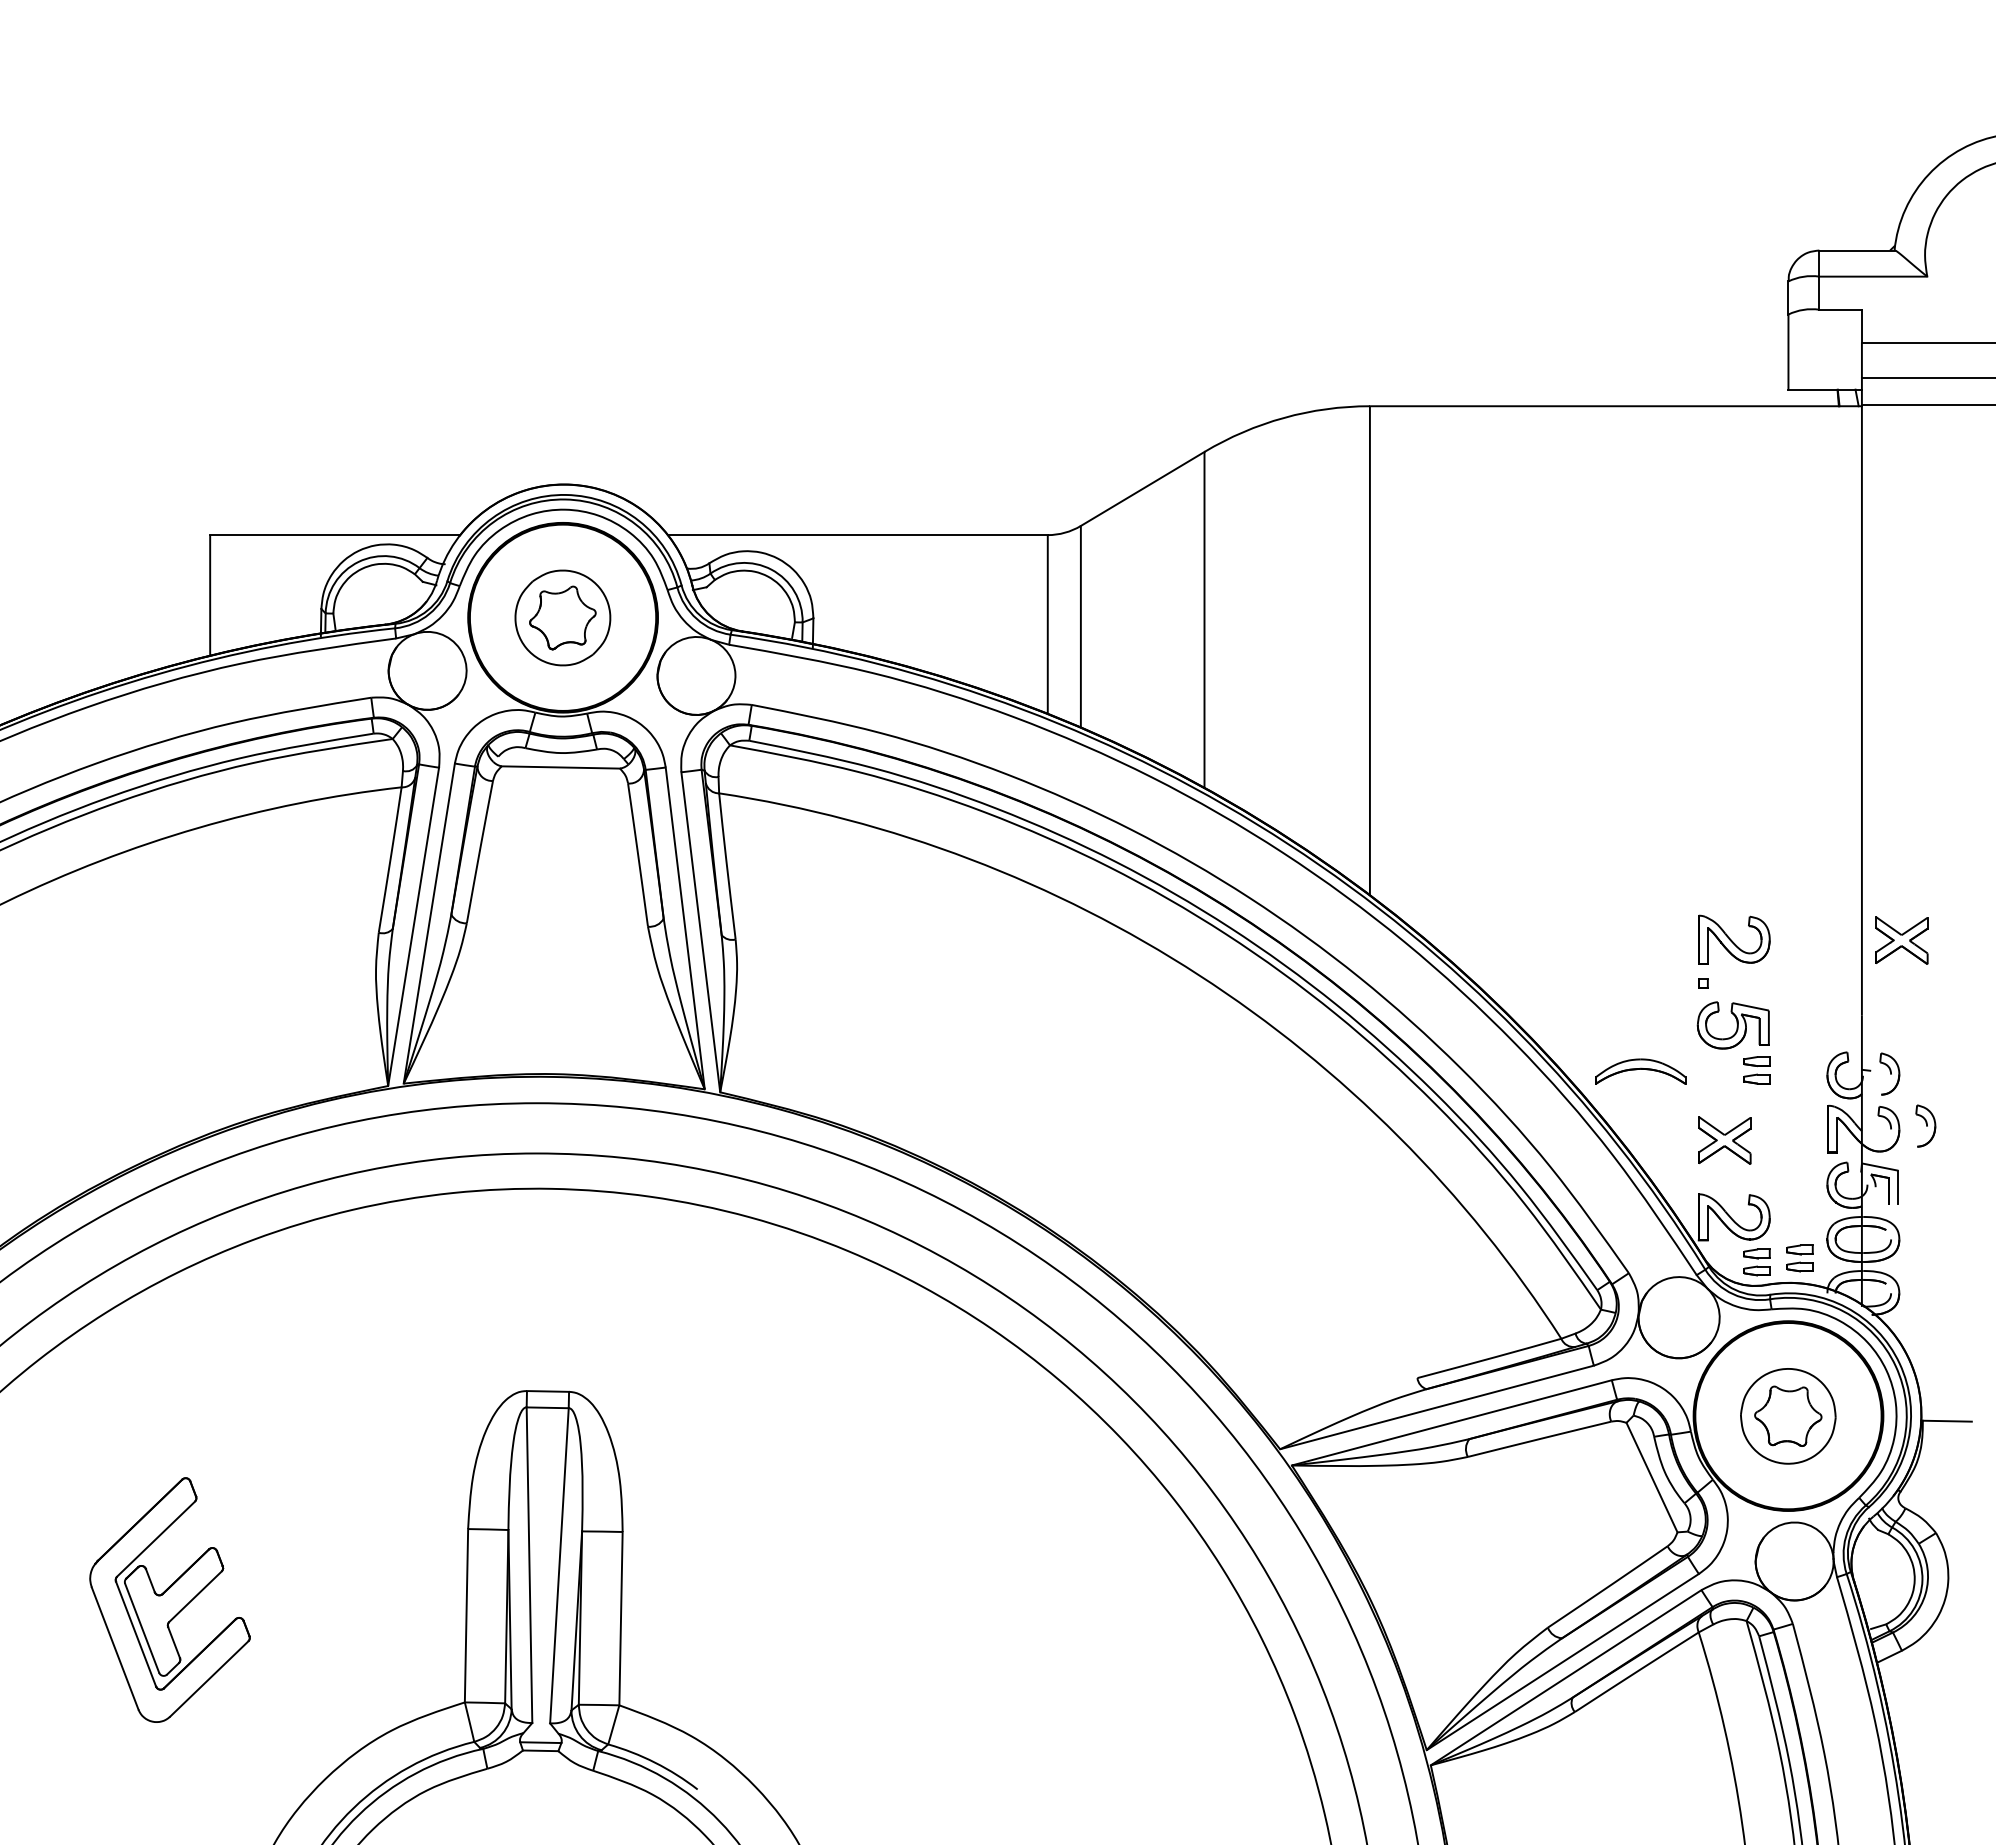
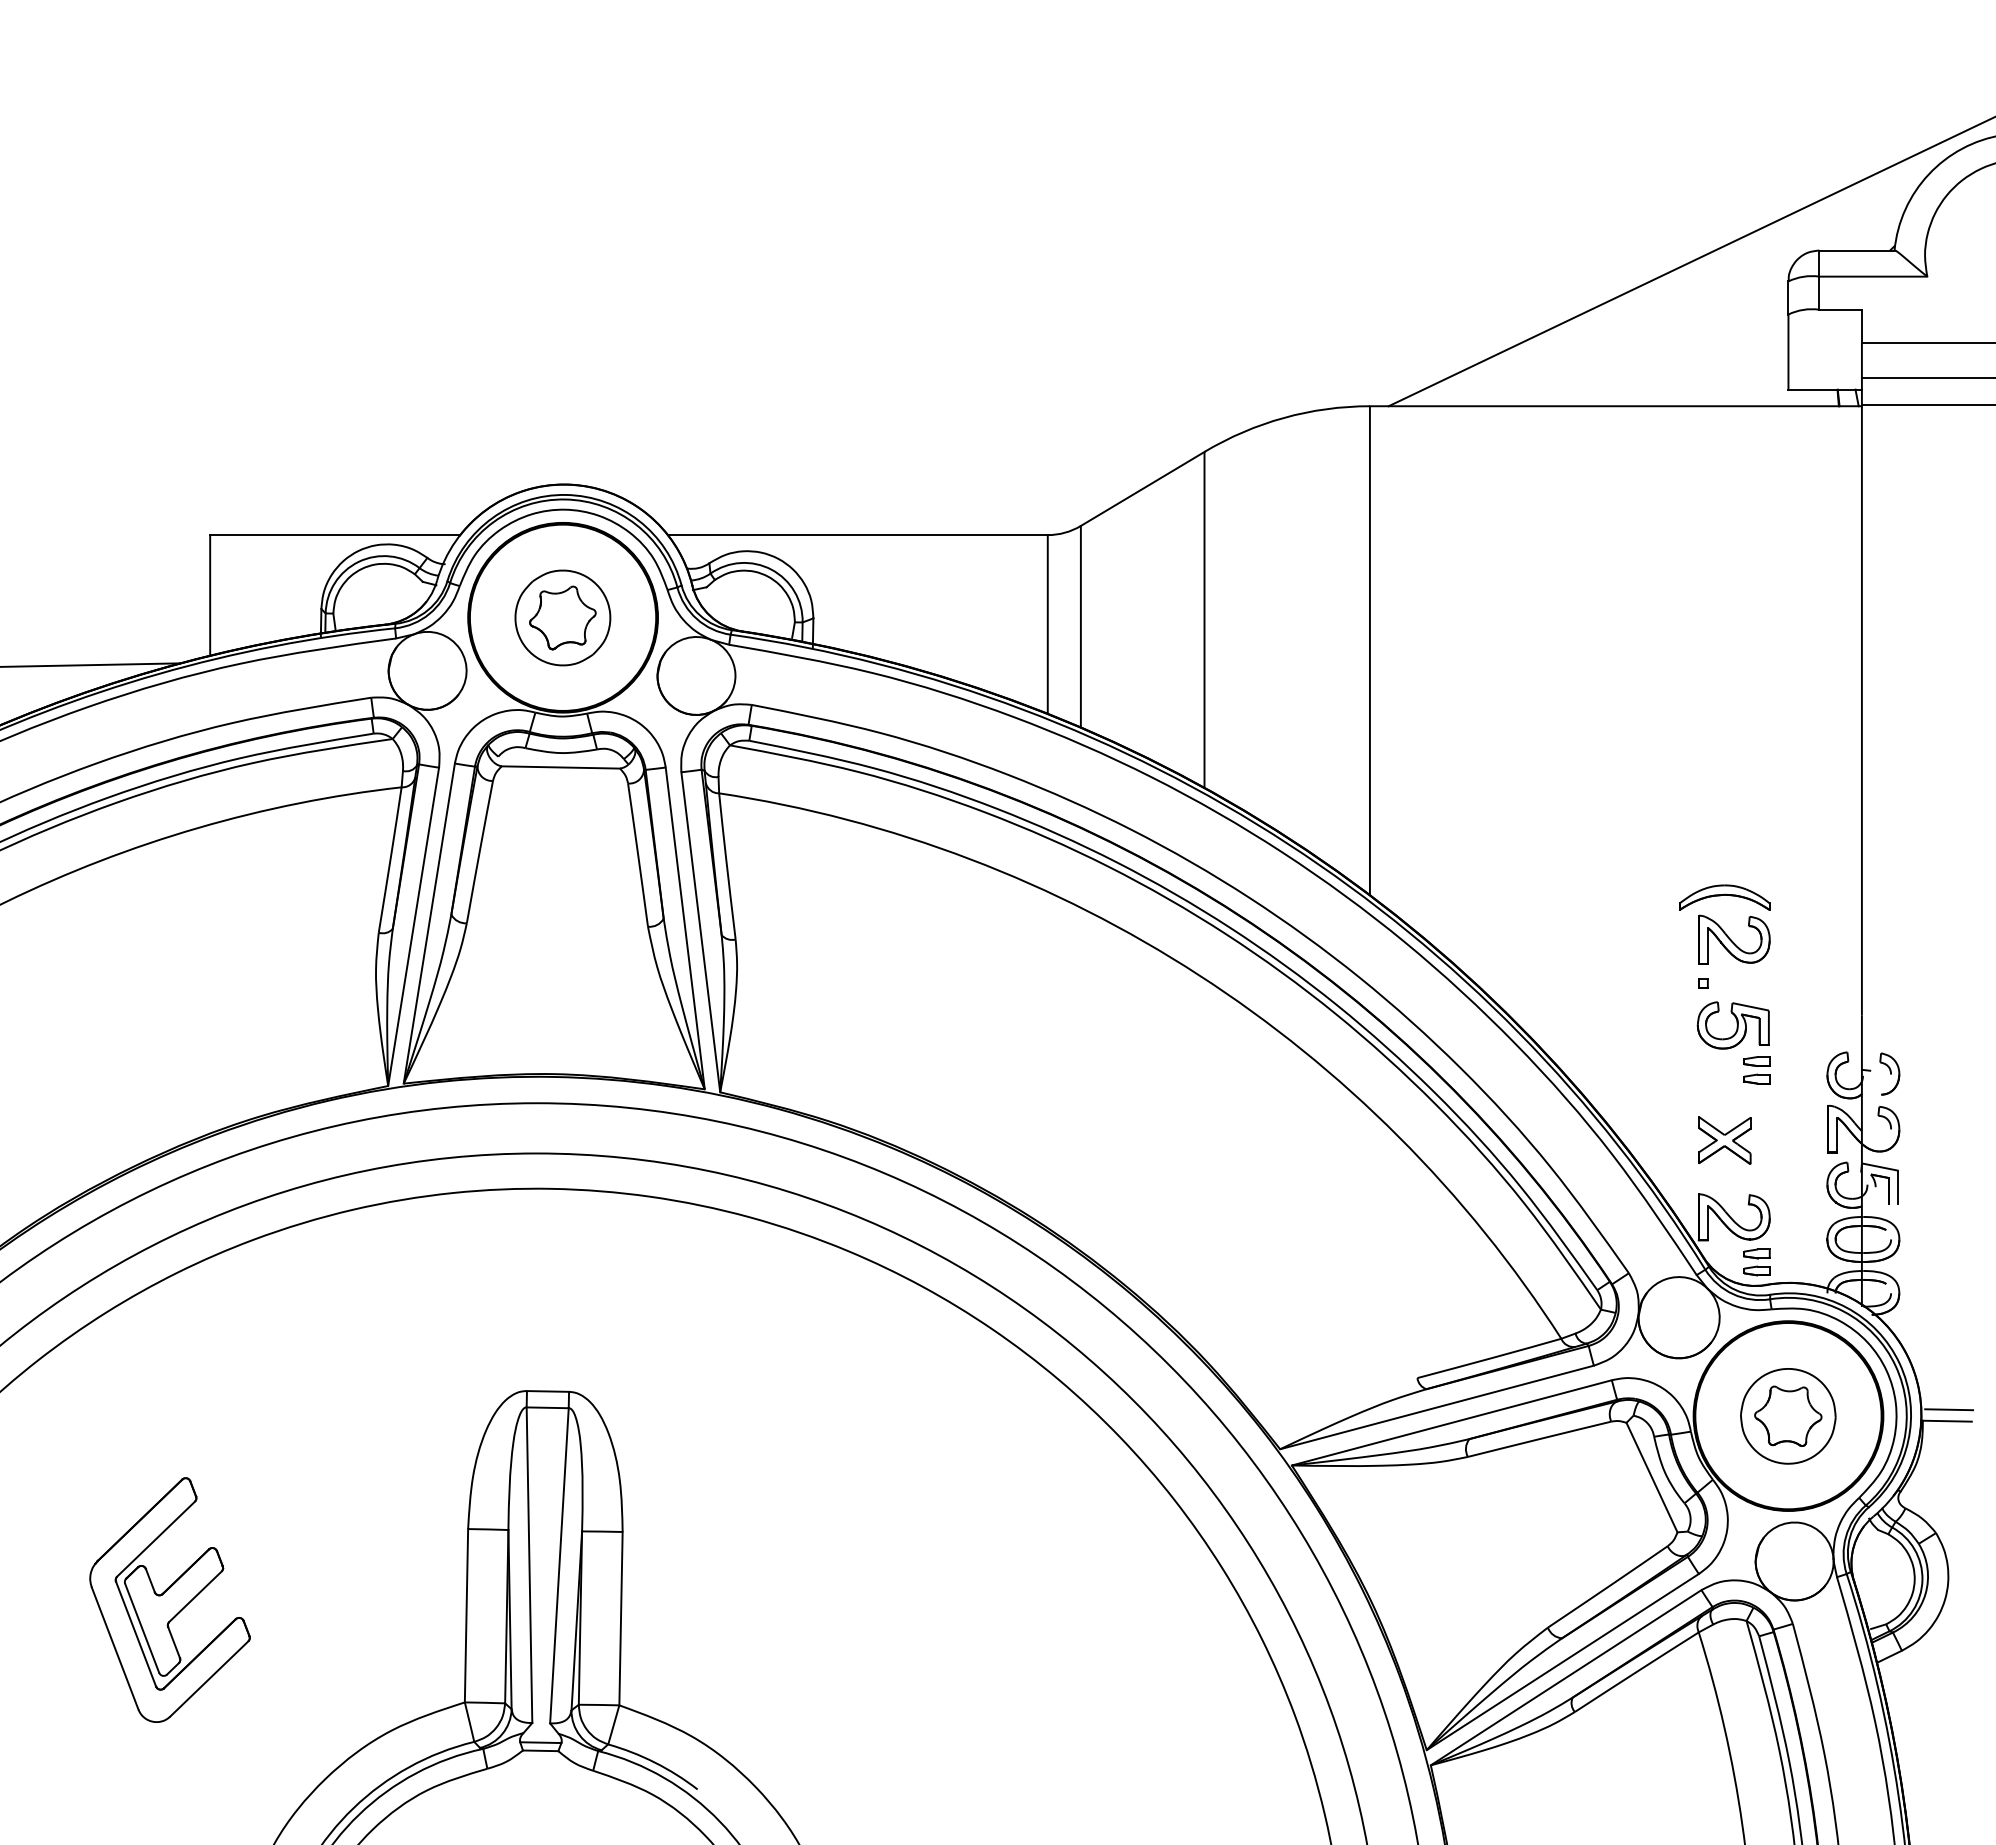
line at (1690, 262): none -> present
line at (91, 664): none -> present
part at (1901, 940): present -> none
part at (1640, 1071) position: (1640, 1071) -> (1724, 897)
part at (1925, 1125): present -> none
part at (1799, 1258): present -> none
line at (1949, 1409): none -> present
